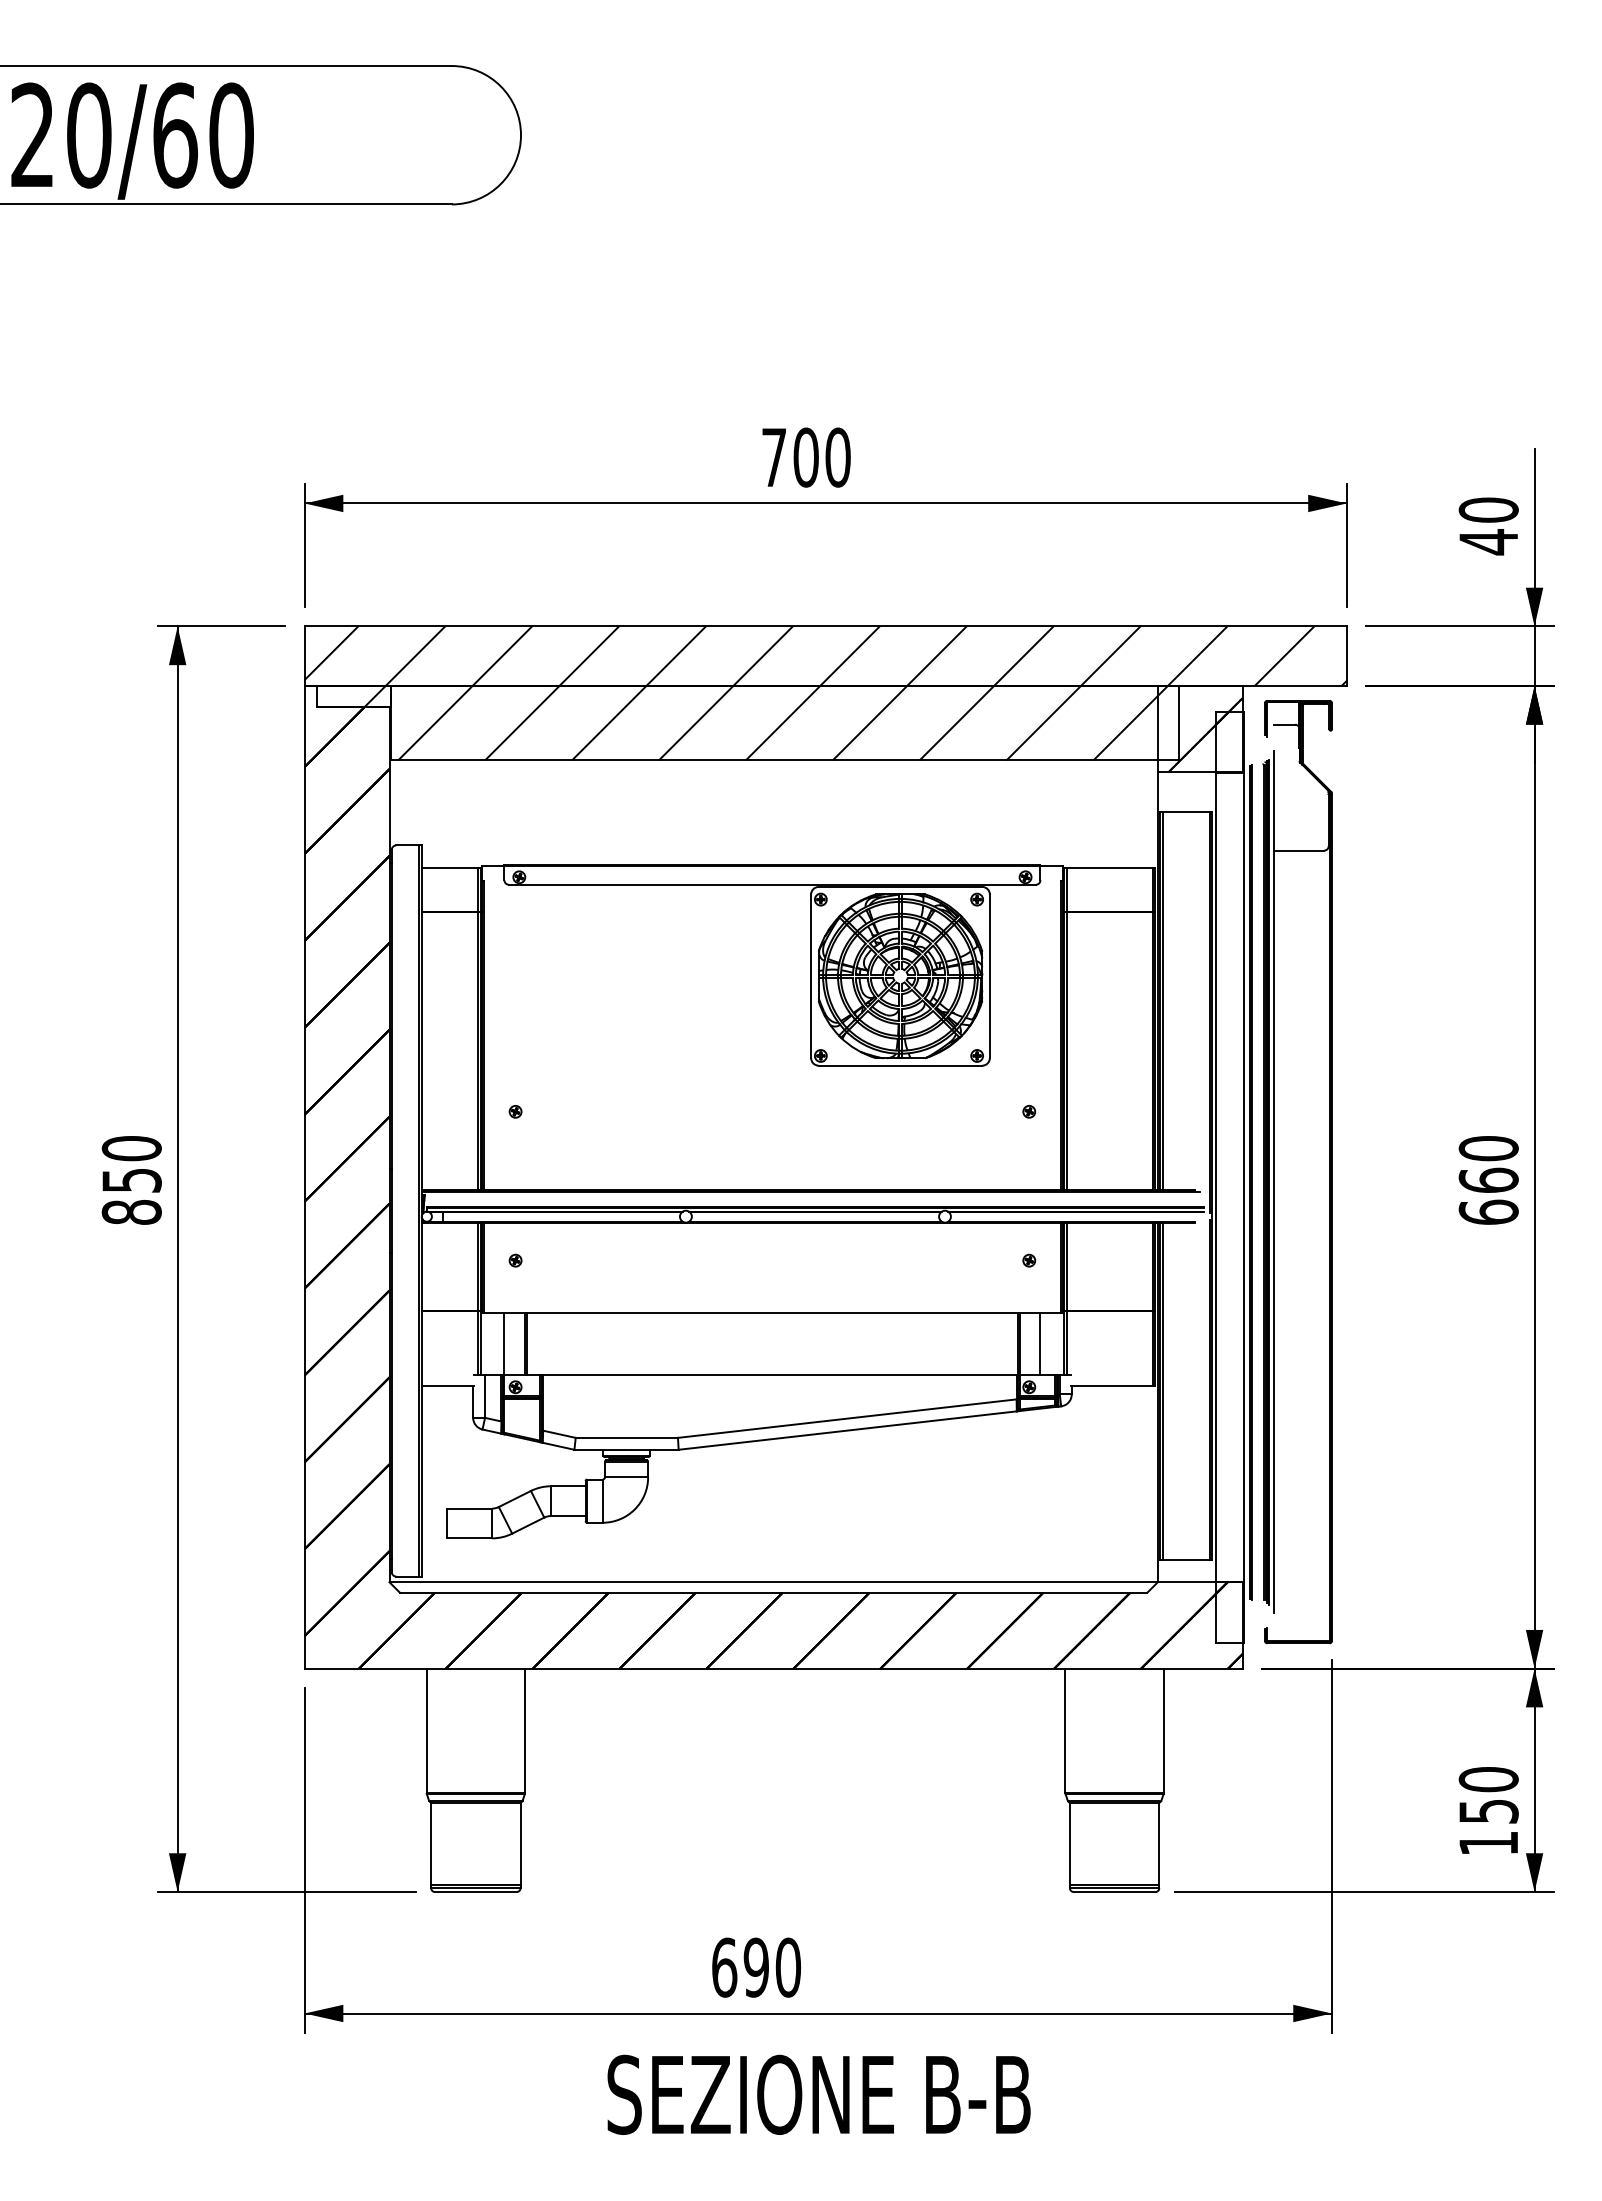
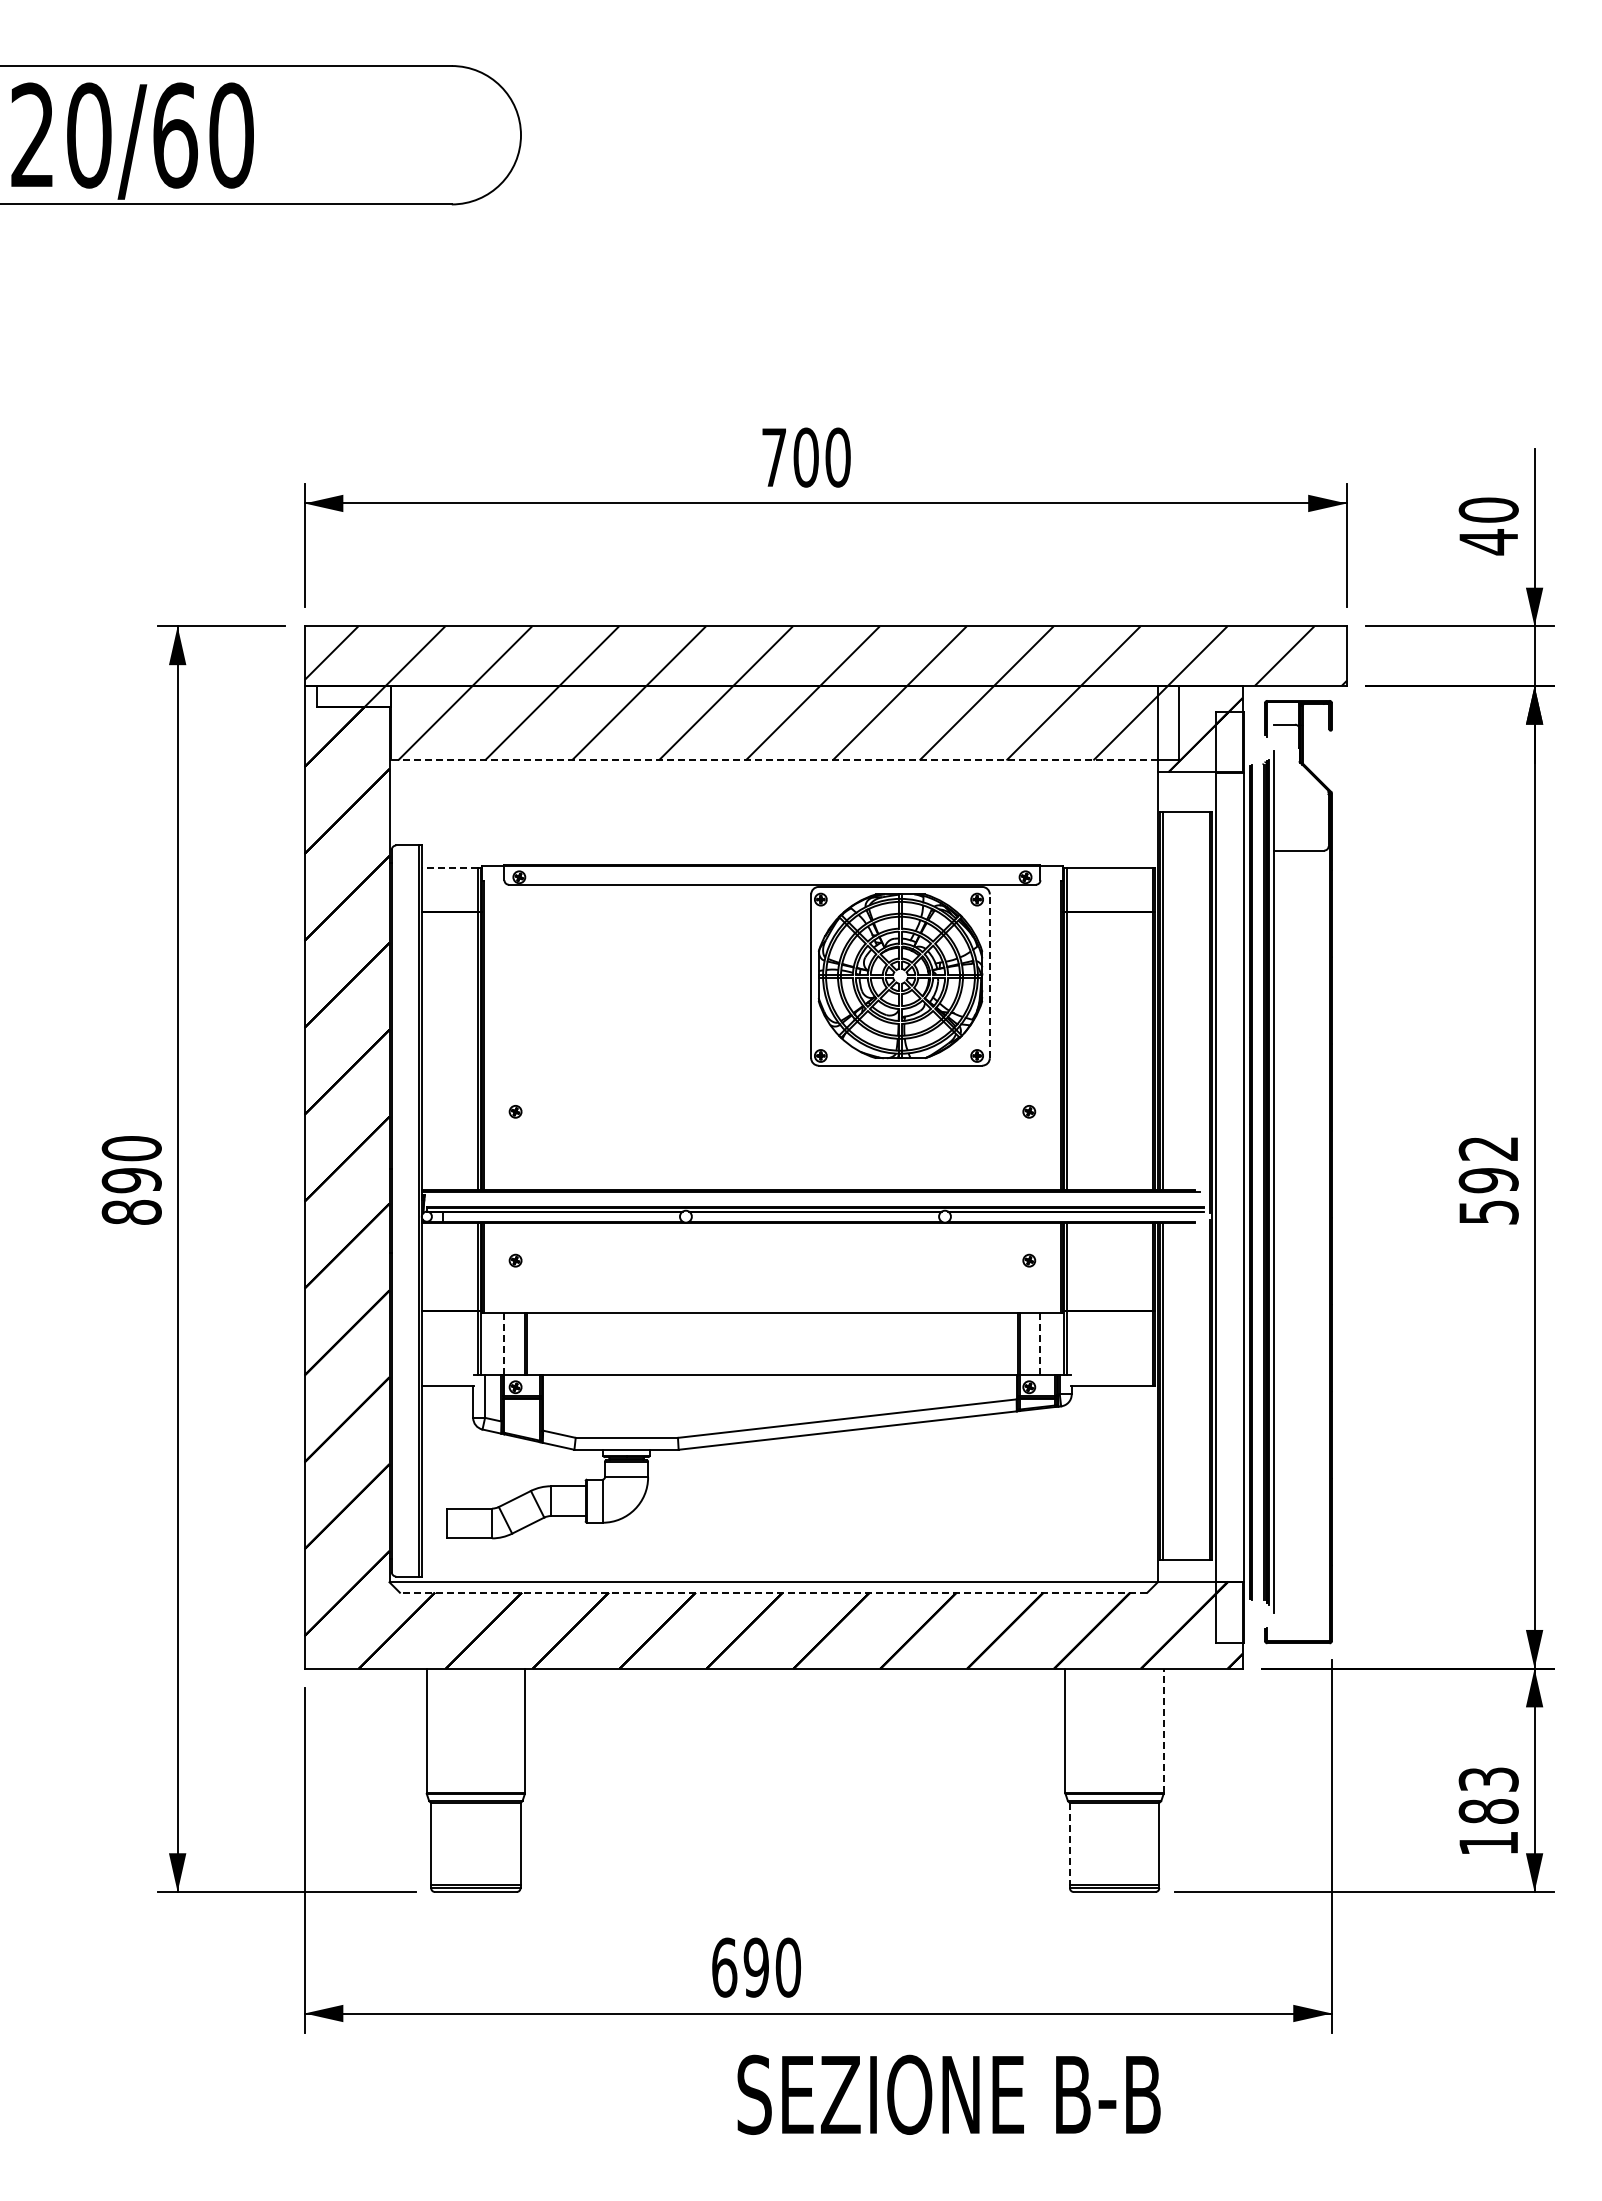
line at (773, 760): solid -> dashed
line at (449, 867): solid -> dashed
line at (989, 976): solid -> dashed
text at (131, 1180): 850 -> 890
text at (1488, 1180): 660 -> 592
line at (504, 1343): solid -> dashed
line at (1040, 1343): solid -> dashed
line at (773, 1592): solid -> dashed
line at (1163, 1730): solid -> dashed
text at (1488, 1795): 150 -> 183
line at (1069, 1843): solid -> dashed
text at (818, 2094) position: (818, 2094) -> (948, 2094)
